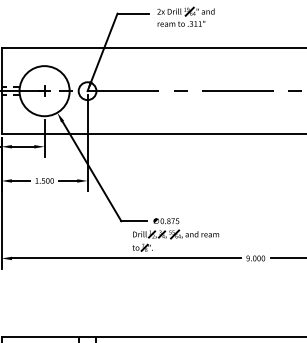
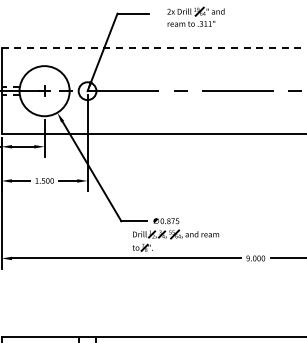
part at (185, 16) position: (185, 16) -> (195, 16)
line at (154, 48): solid -> dashed
